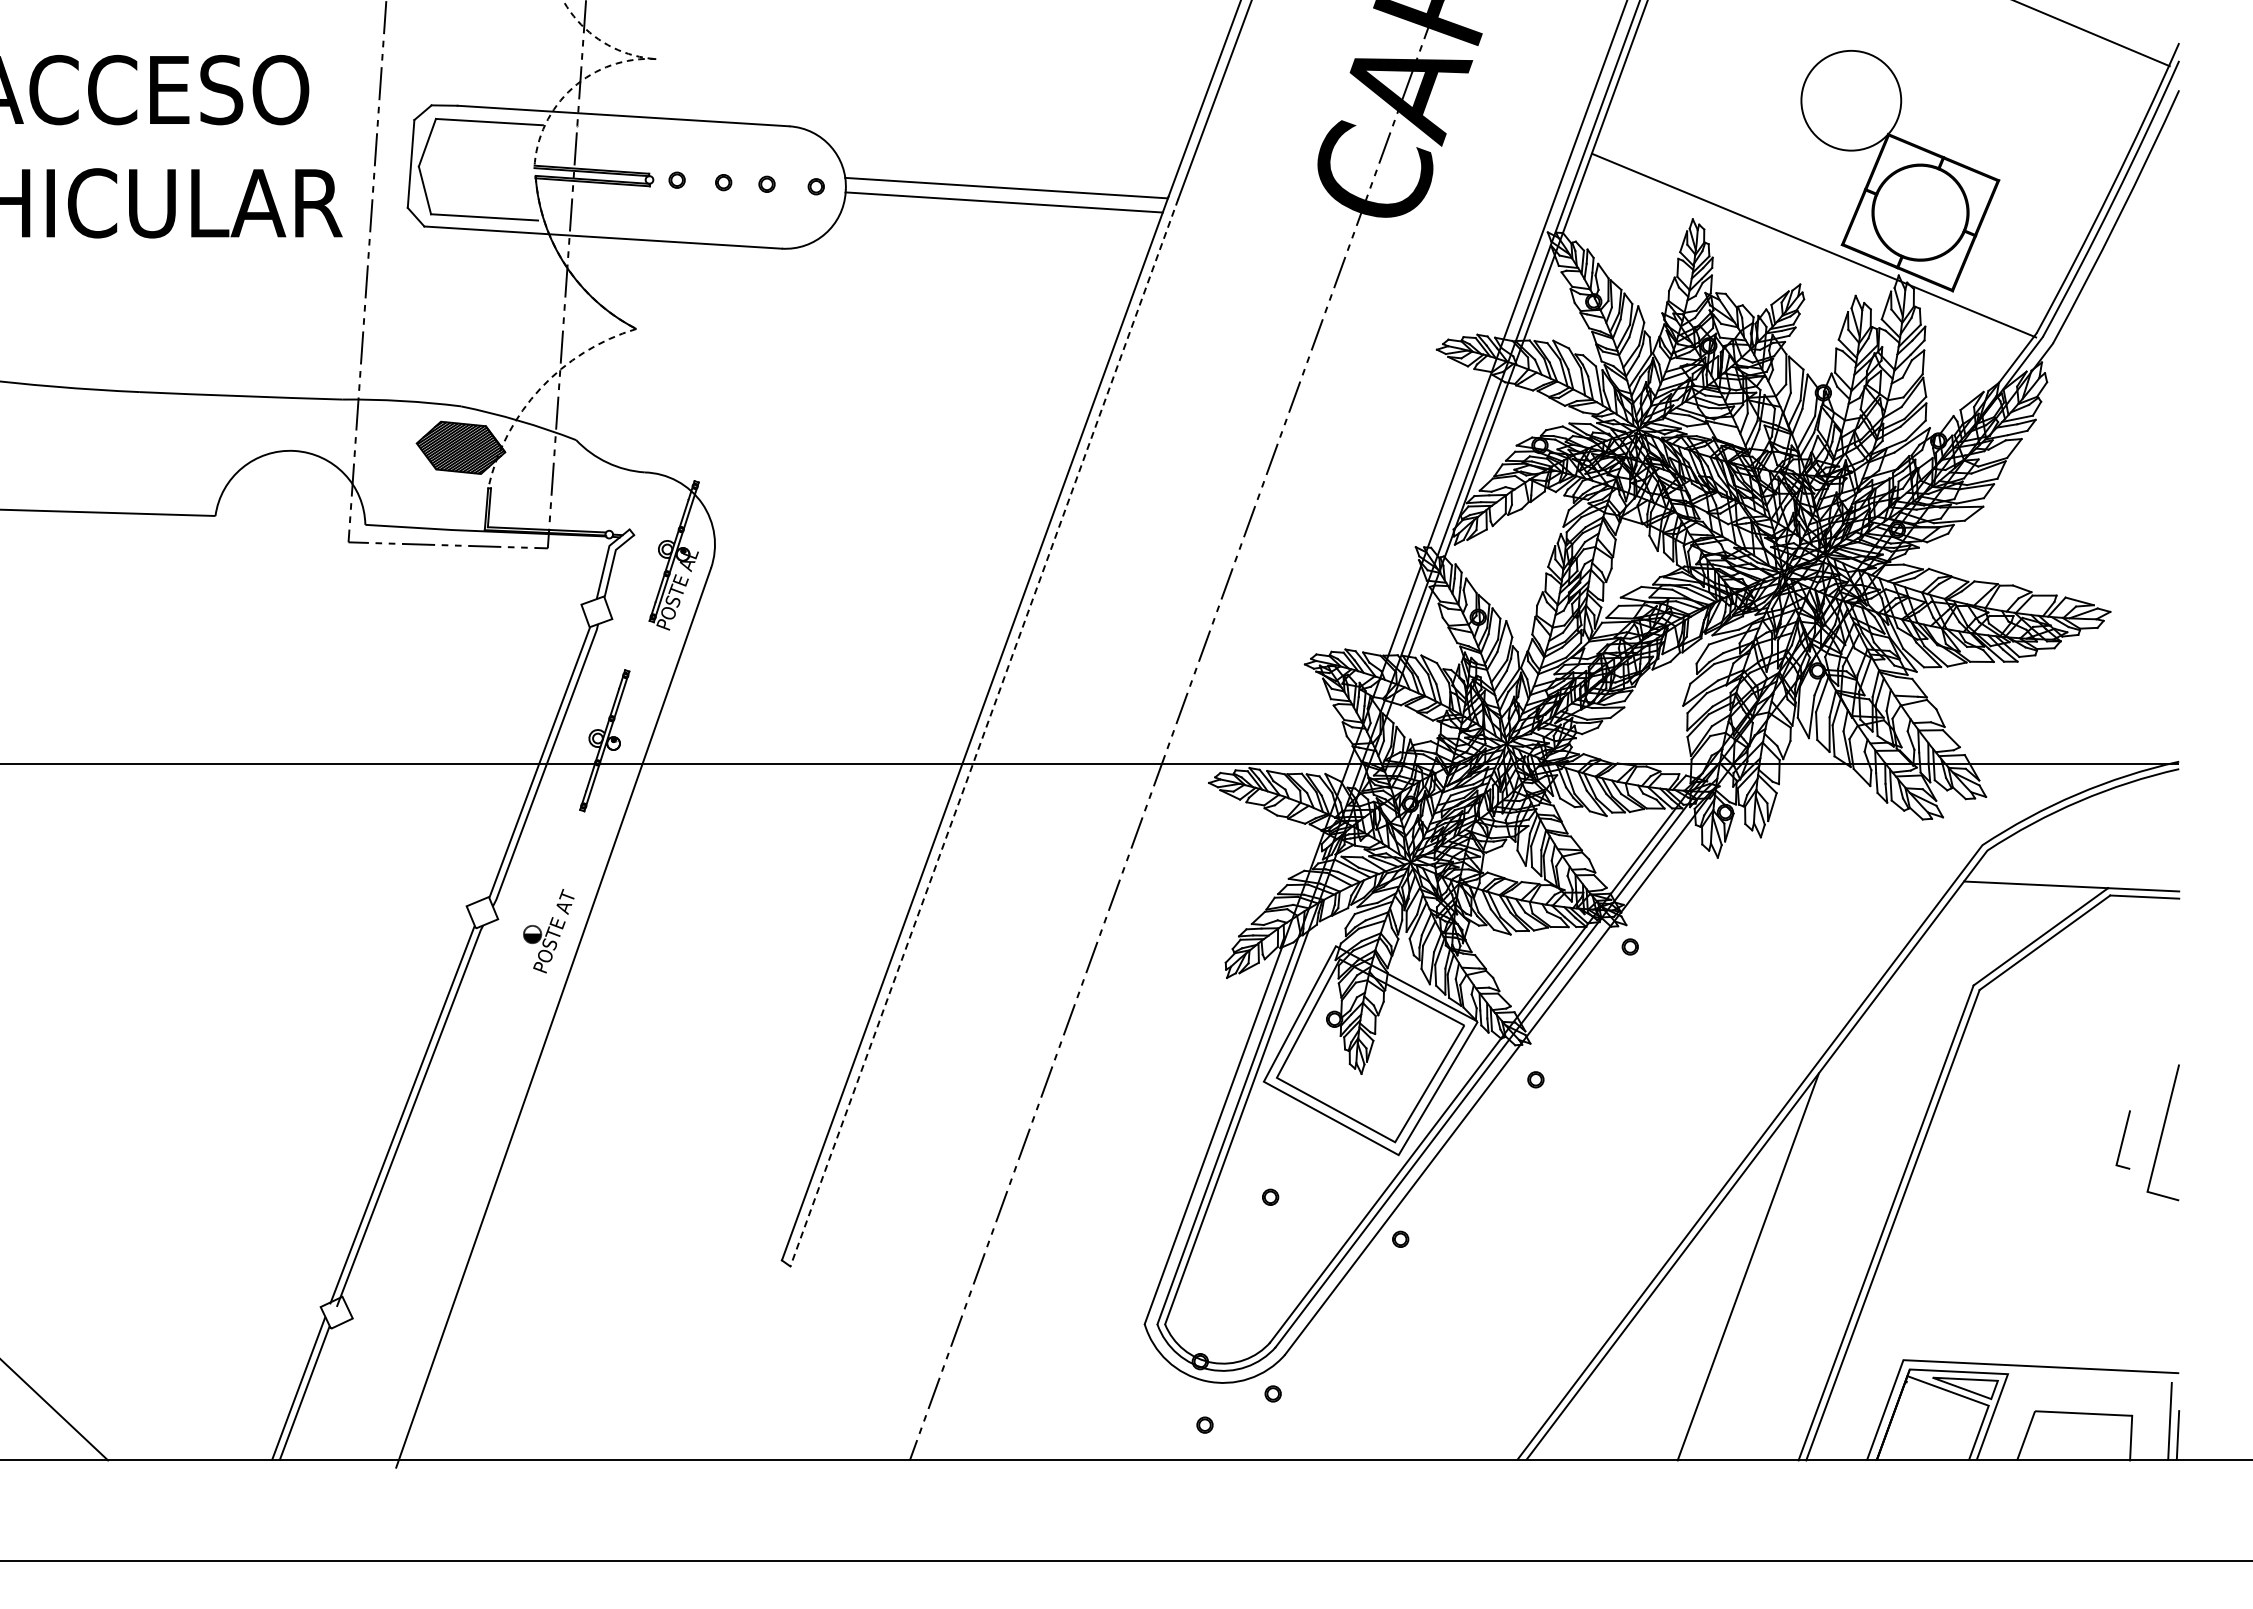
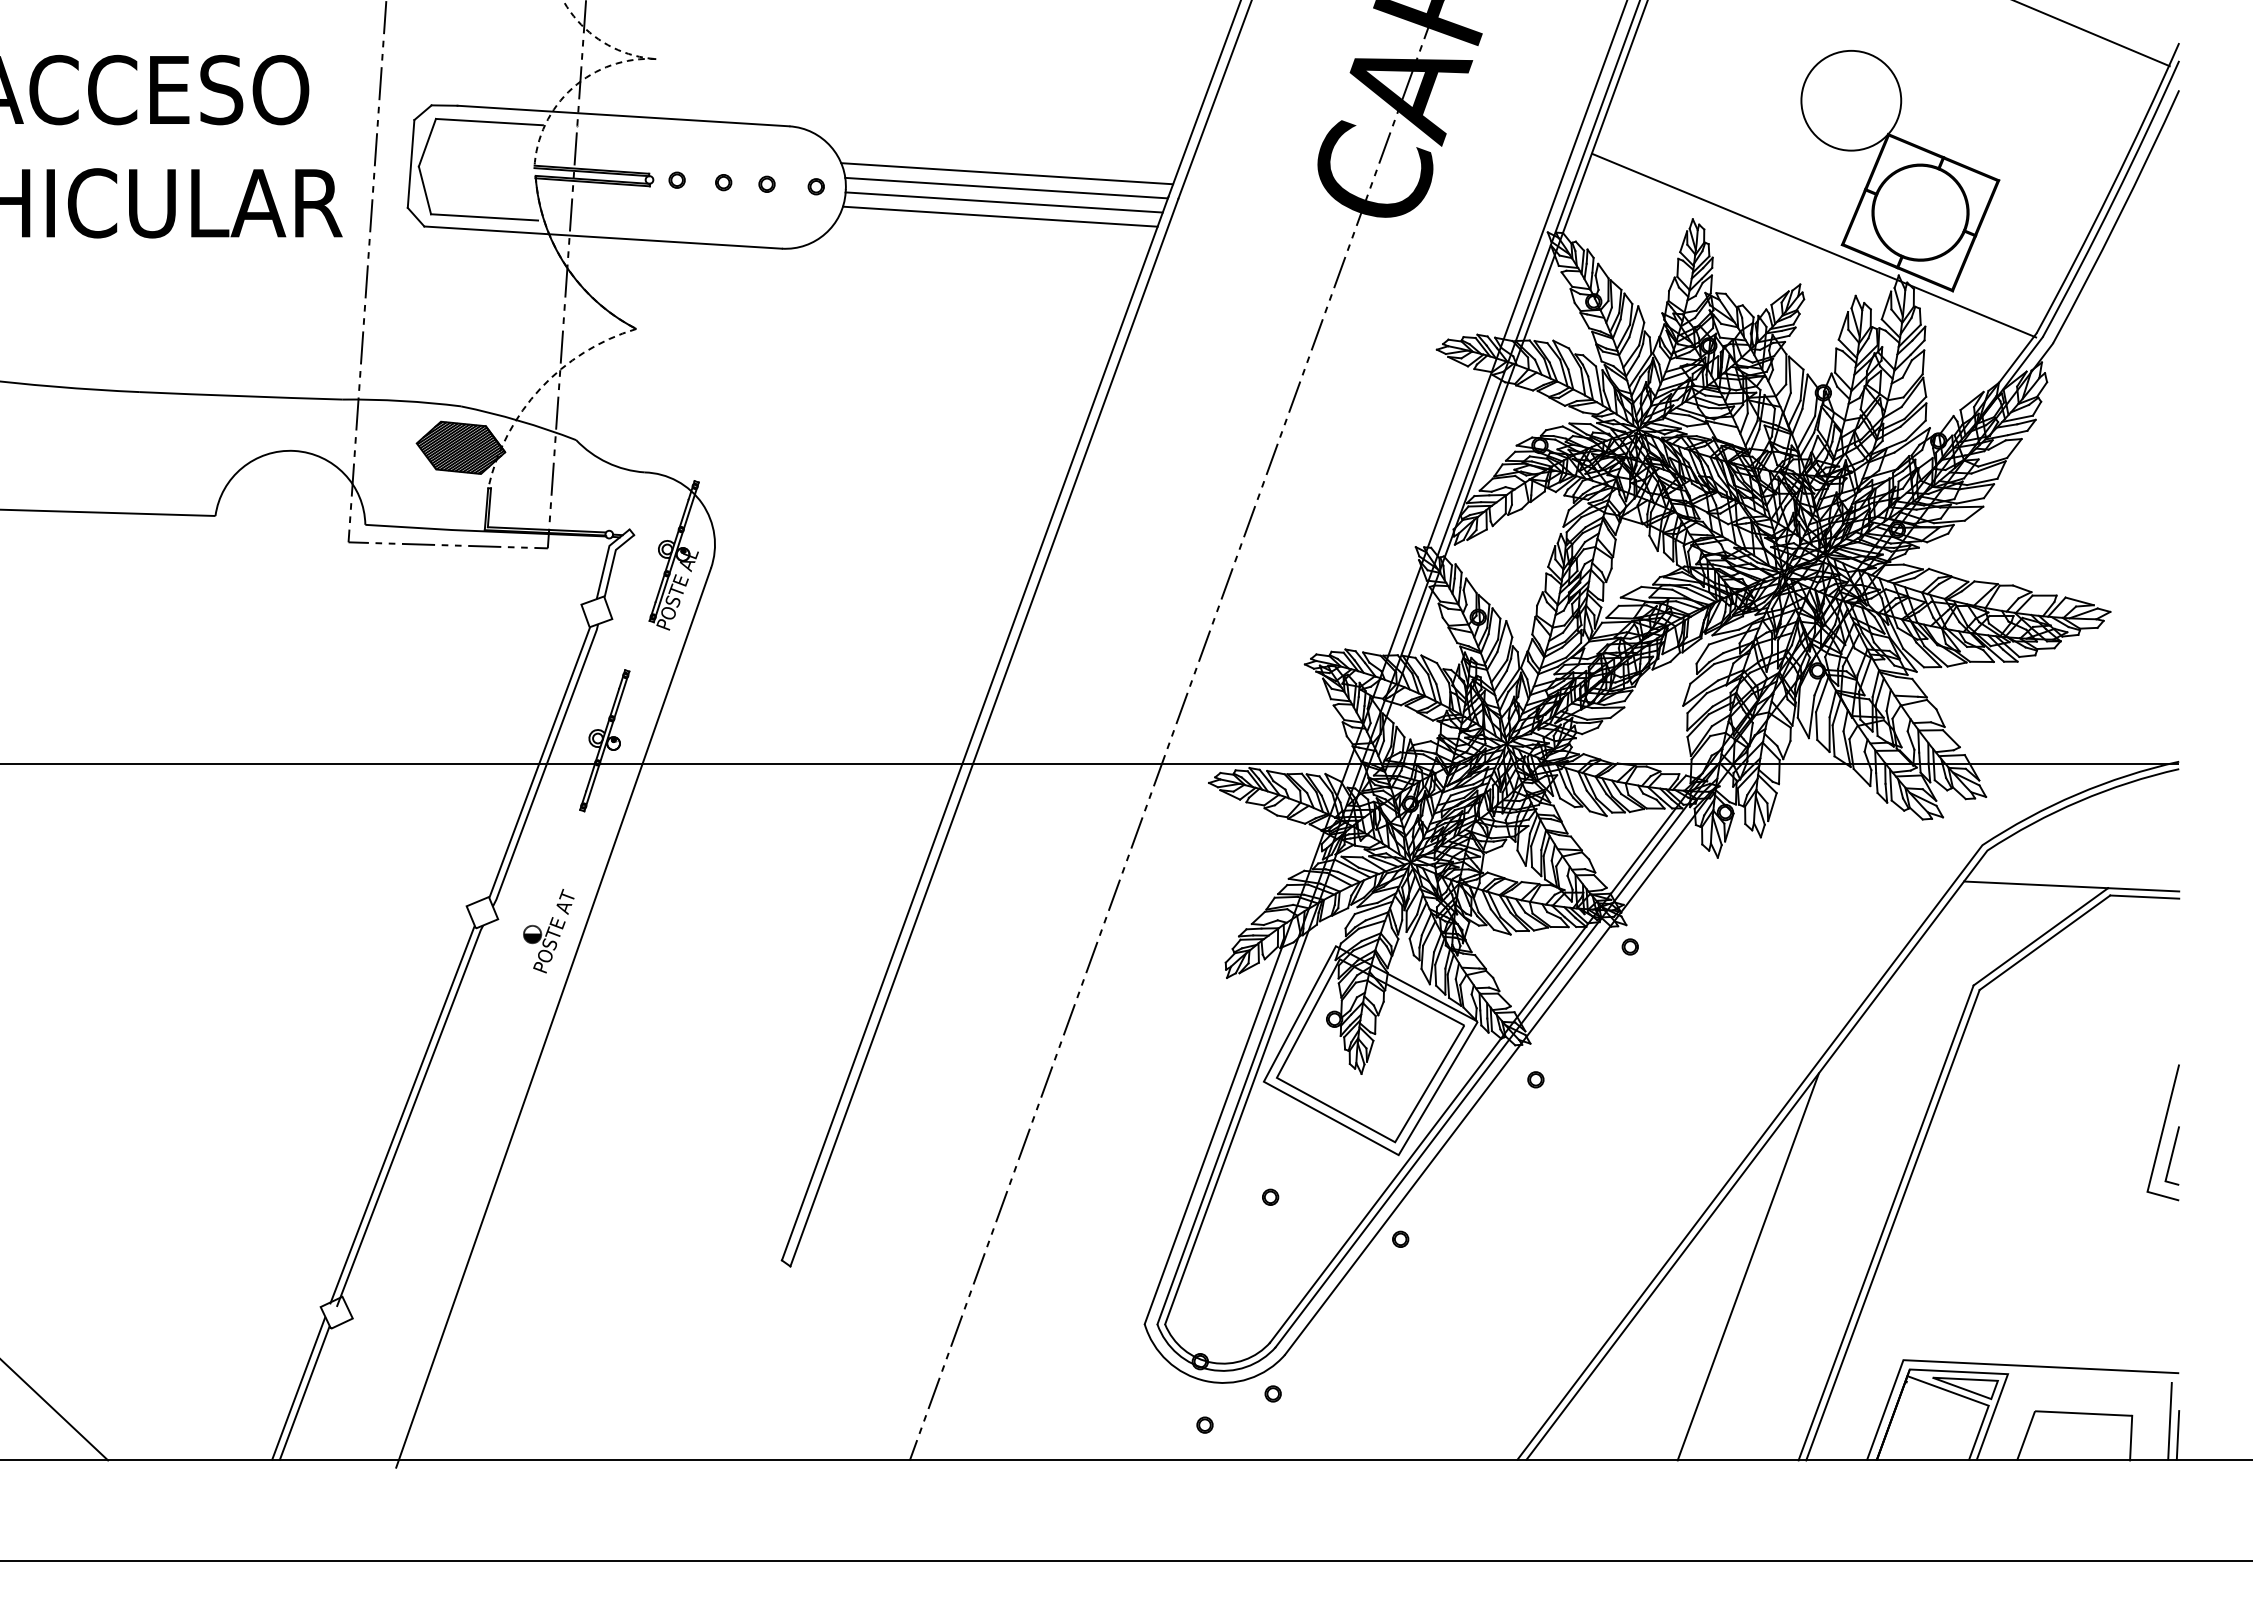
line at (1007, 173): none -> present
line at (999, 216): none -> present
line at (984, 732): dashed -> solid
line at (2122, 1139) position: (2122, 1139) -> (2171, 1155)
